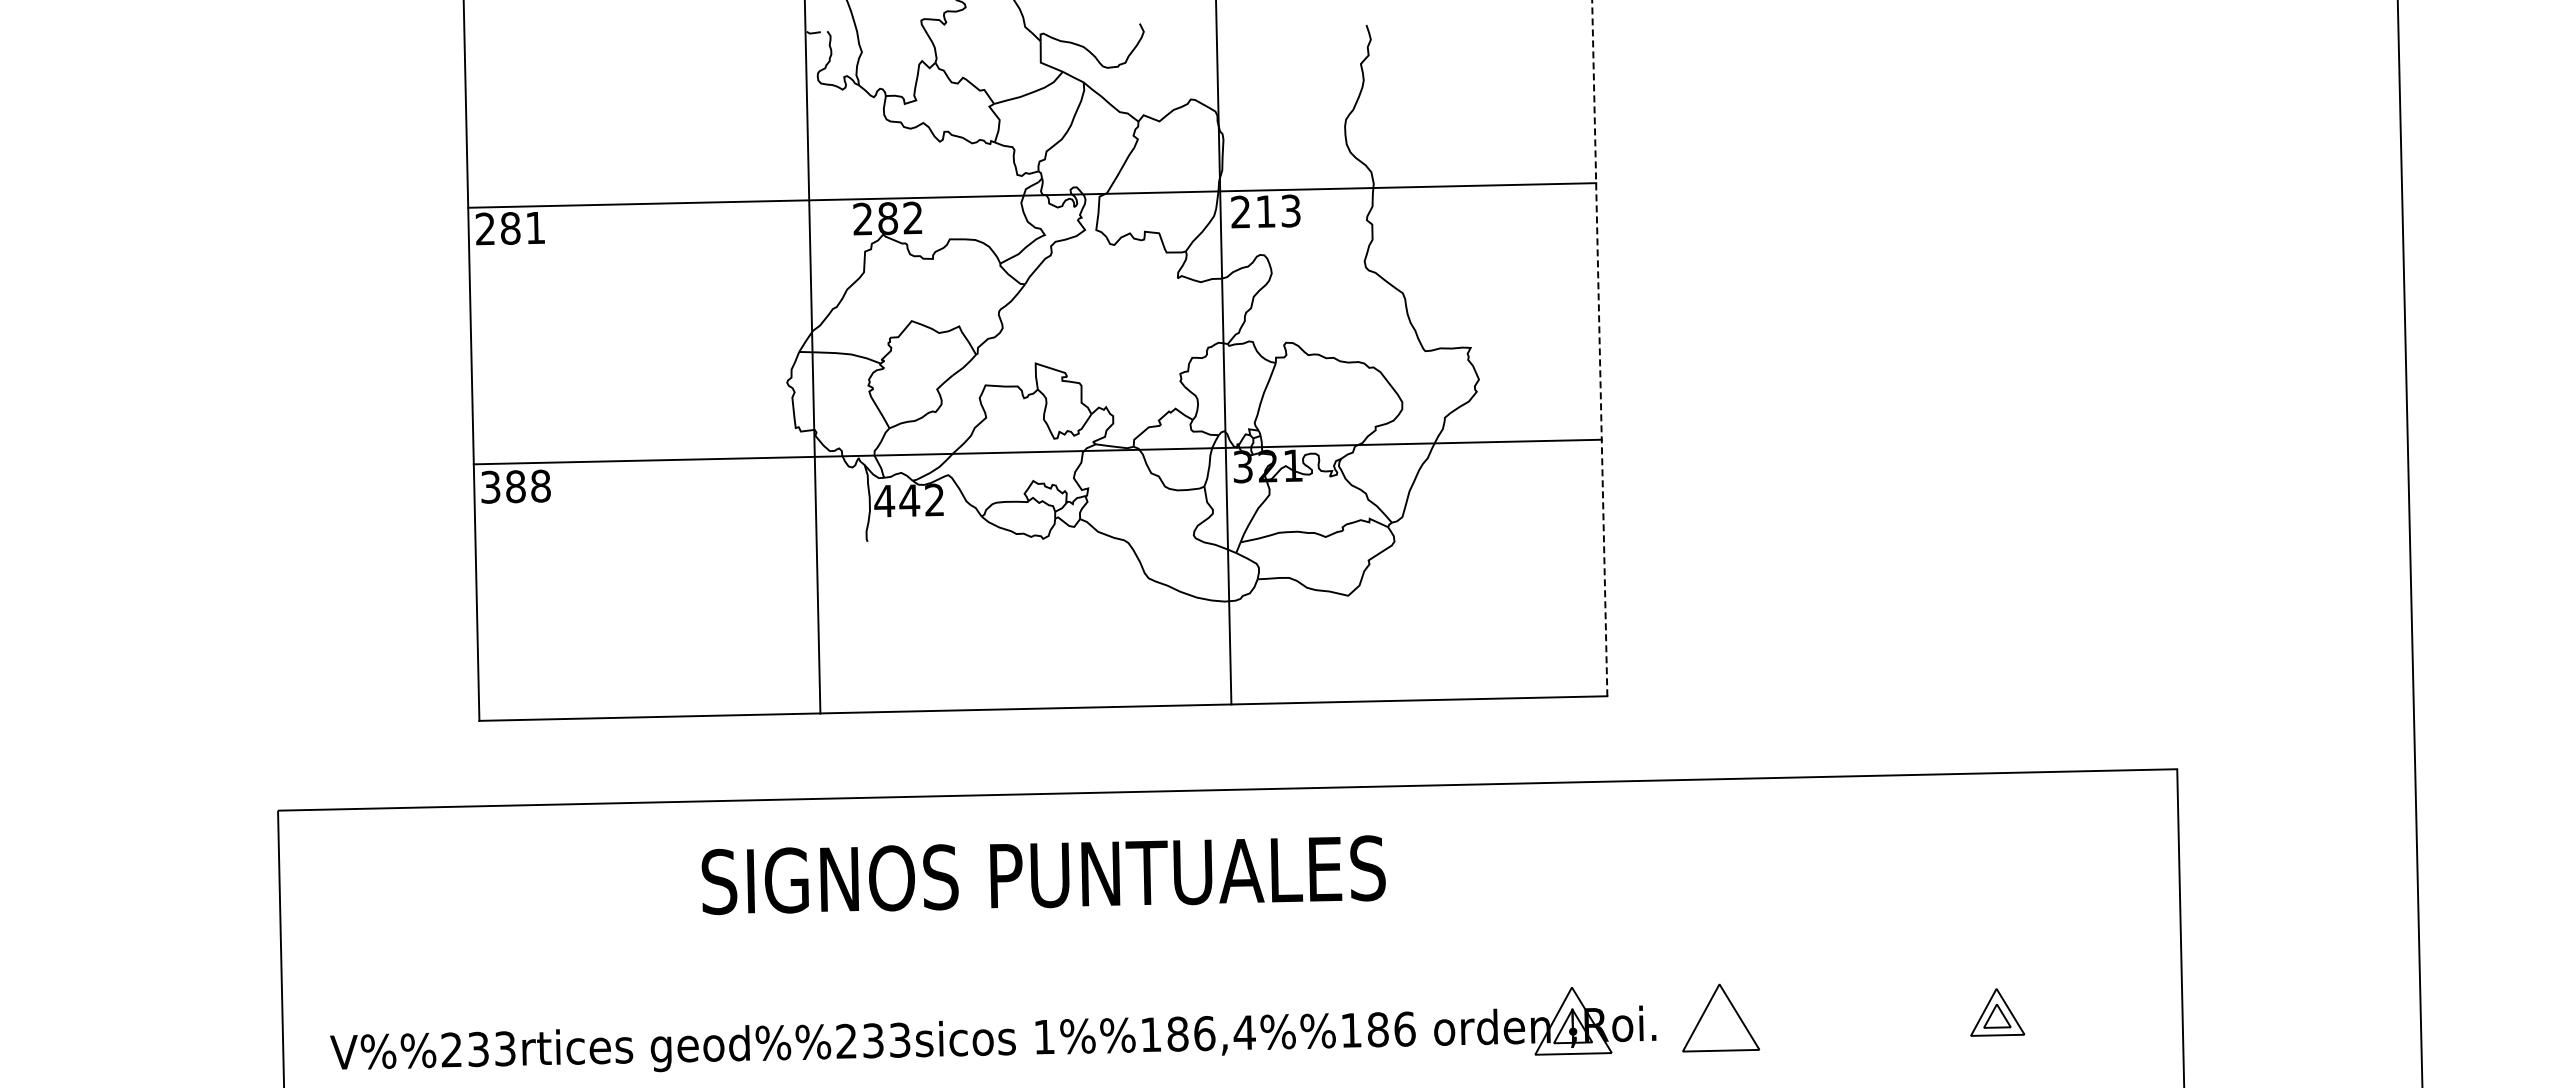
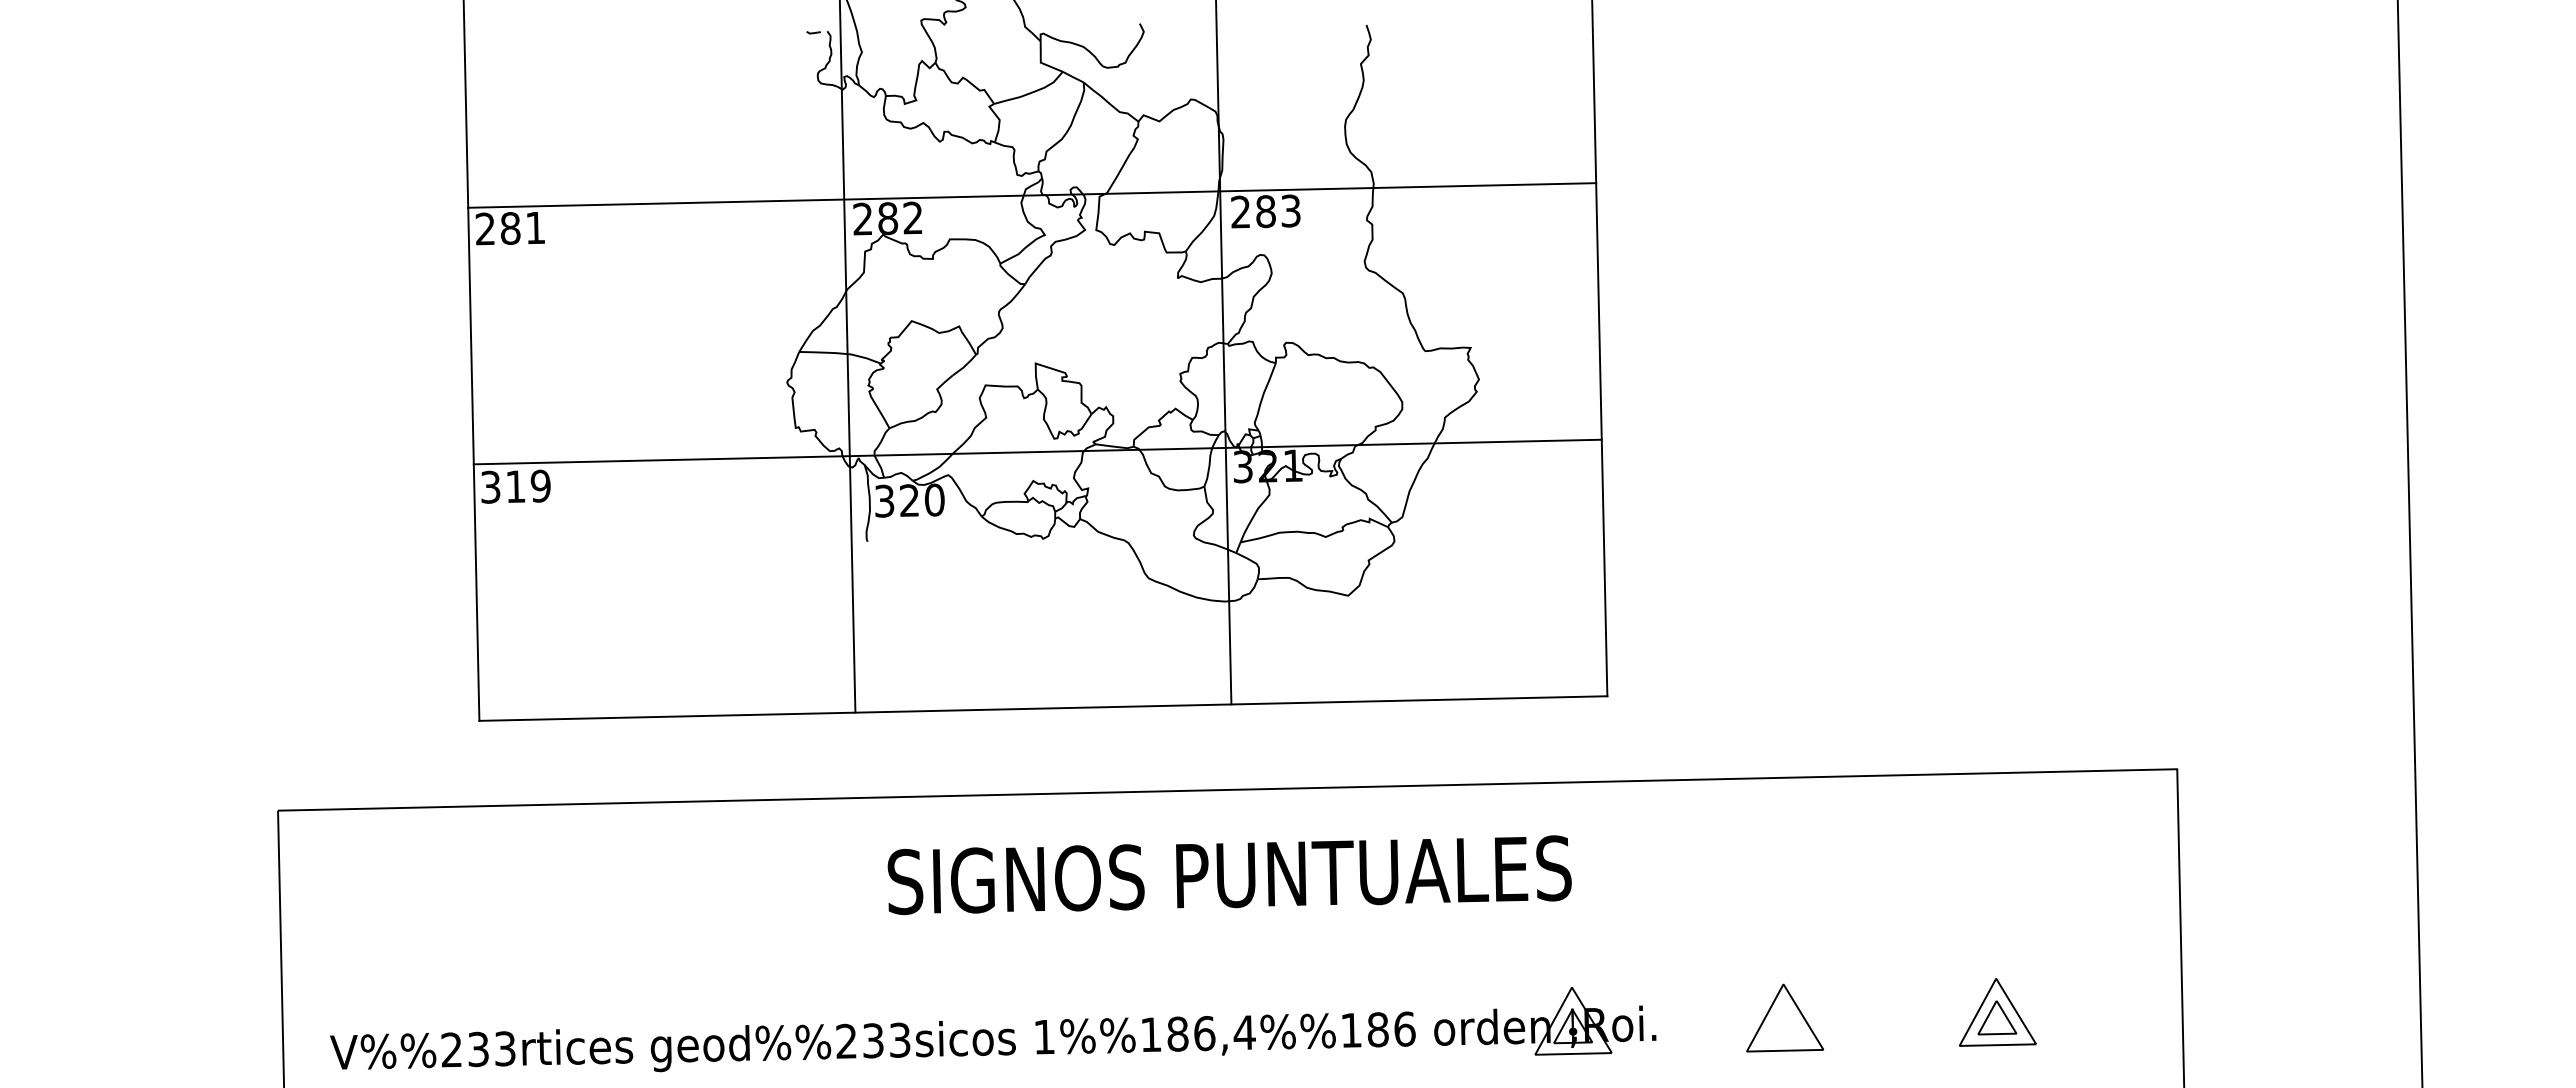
text at (1265, 211): 213 -> 283
line at (1599, 348): dashed -> solid
line at (812, 357) position: (812, 357) -> (847, 357)
text at (528, 486): 388 -> 319
text at (909, 500): 442 -> 320
text at (1043, 875) position: (1043, 875) -> (1229, 875)
part at (1997, 1012) size: 56x49 px -> 79x69 px
part at (1721, 1017) position: (1721, 1017) -> (1785, 1017)
